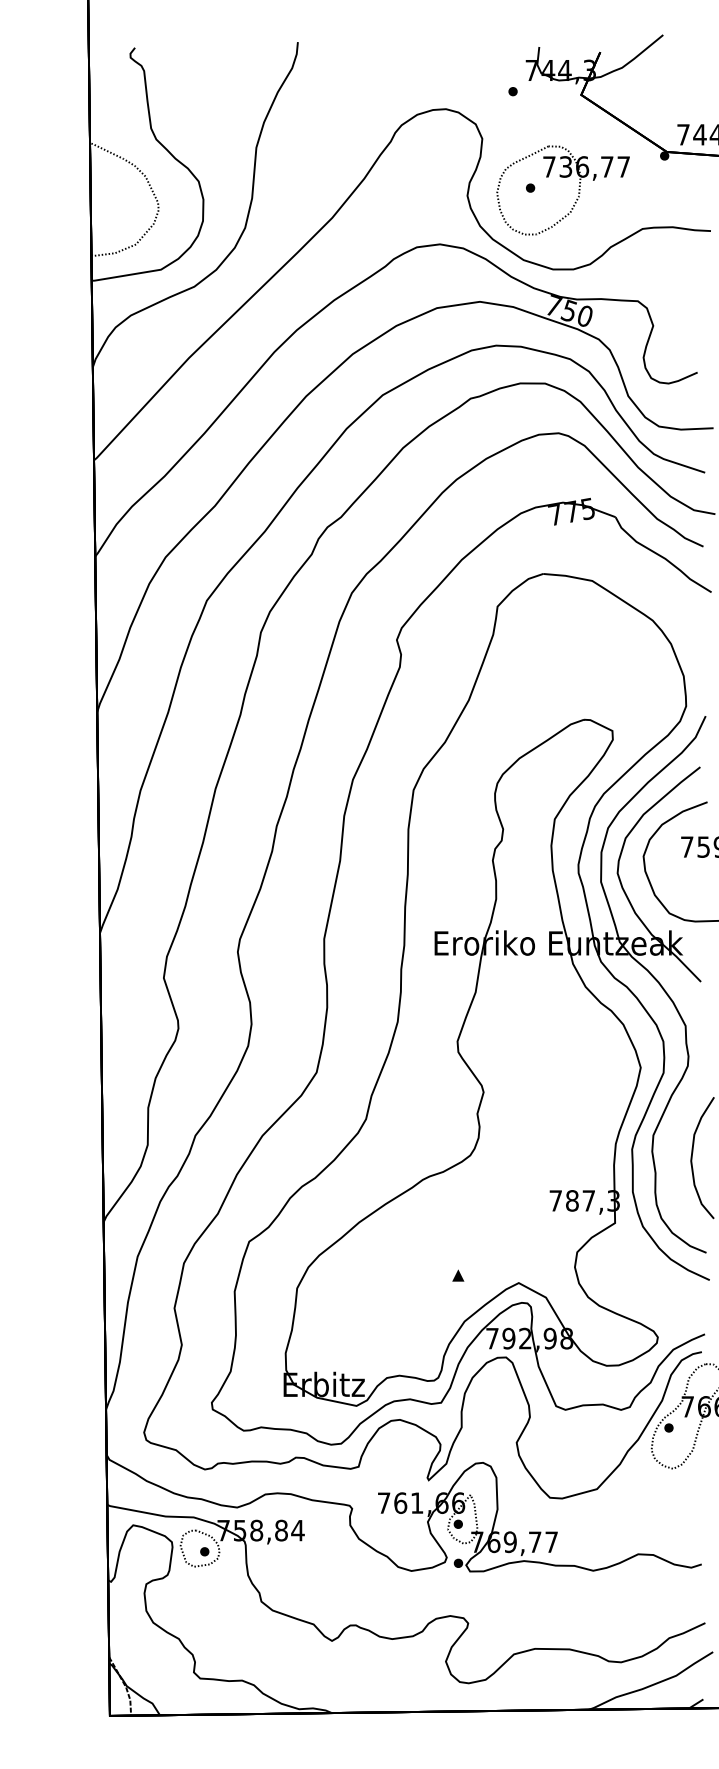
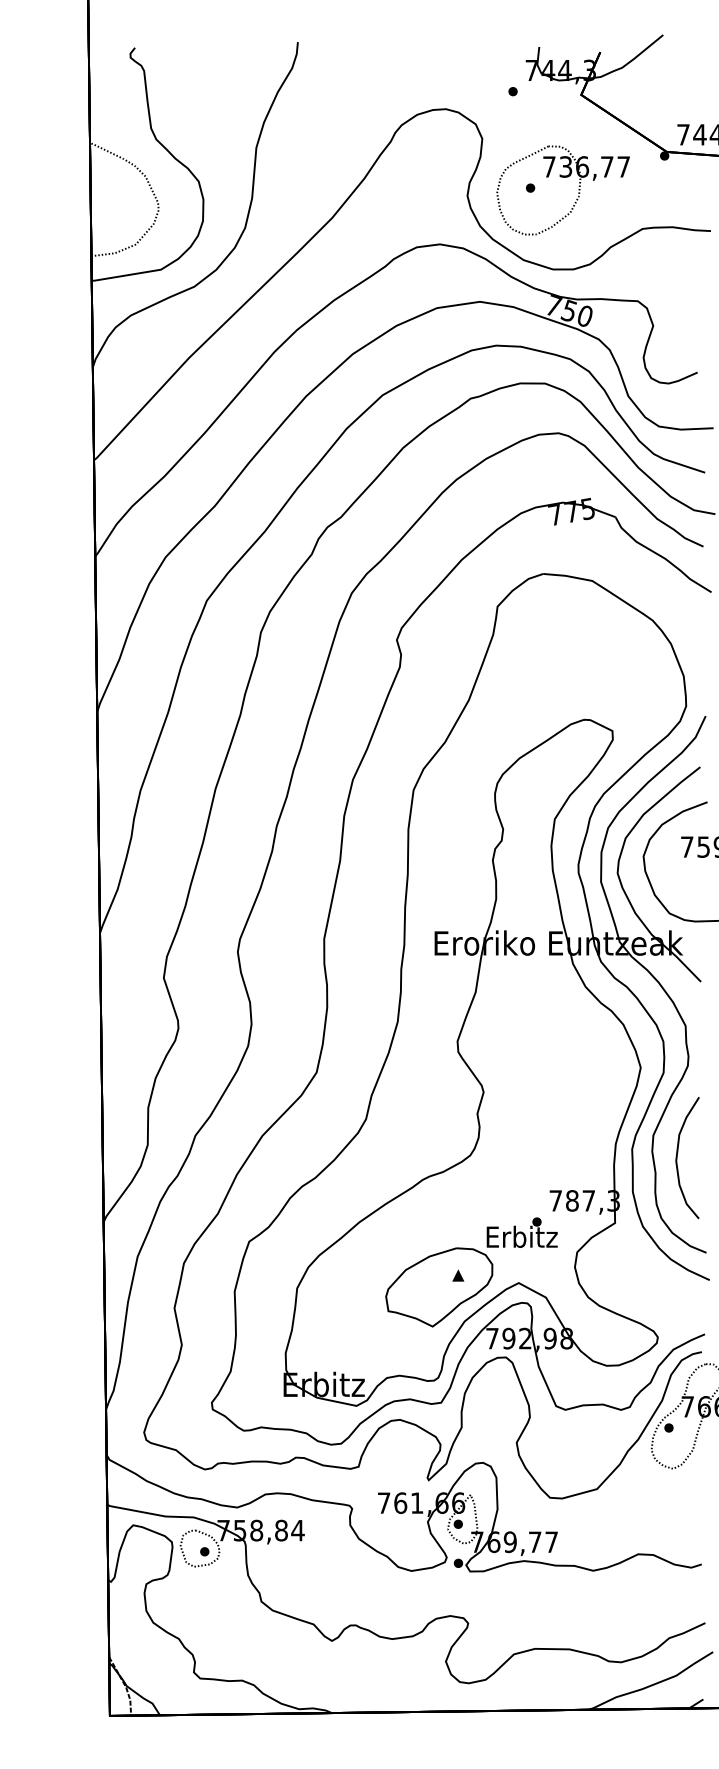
curve at (692, 1158) position: (692, 1158) -> (677, 1158)
part at (471, 1272): none -> present
